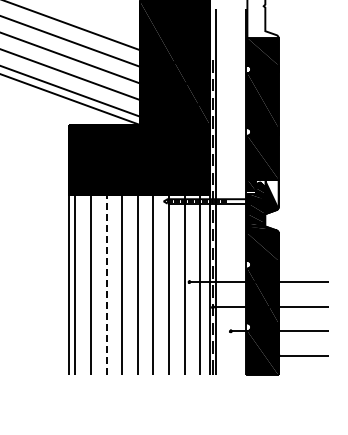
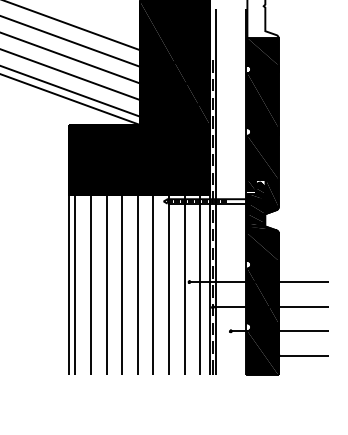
fill at (271, 193): none -> present
line at (106, 284): dashed -> solid
